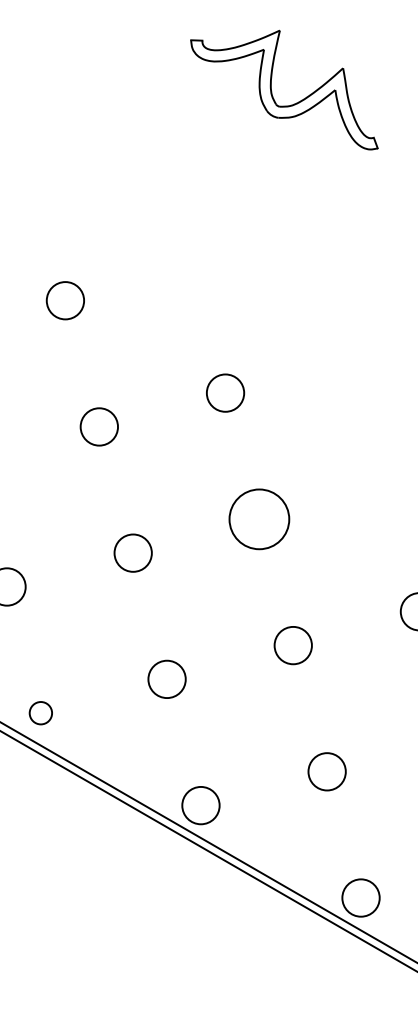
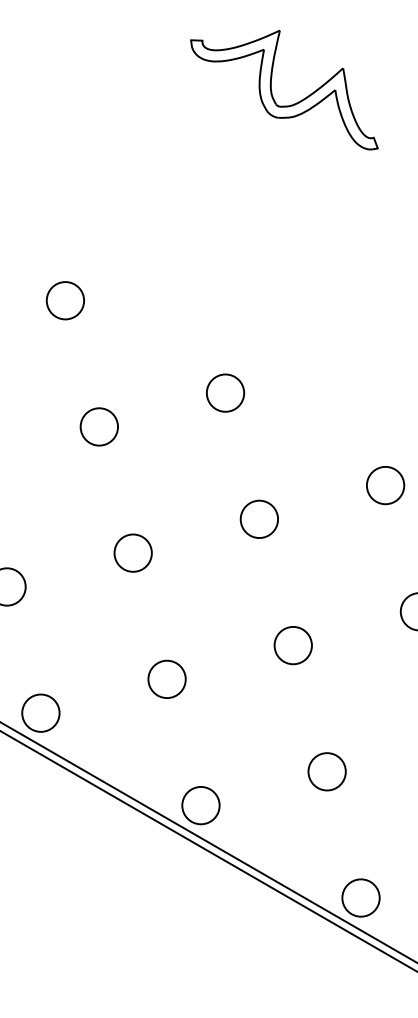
circle at (385, 485): none -> present
circle at (259, 519) diameter: 60 px -> 37 px
circle at (40, 713) diameter: 22 px -> 37 px
